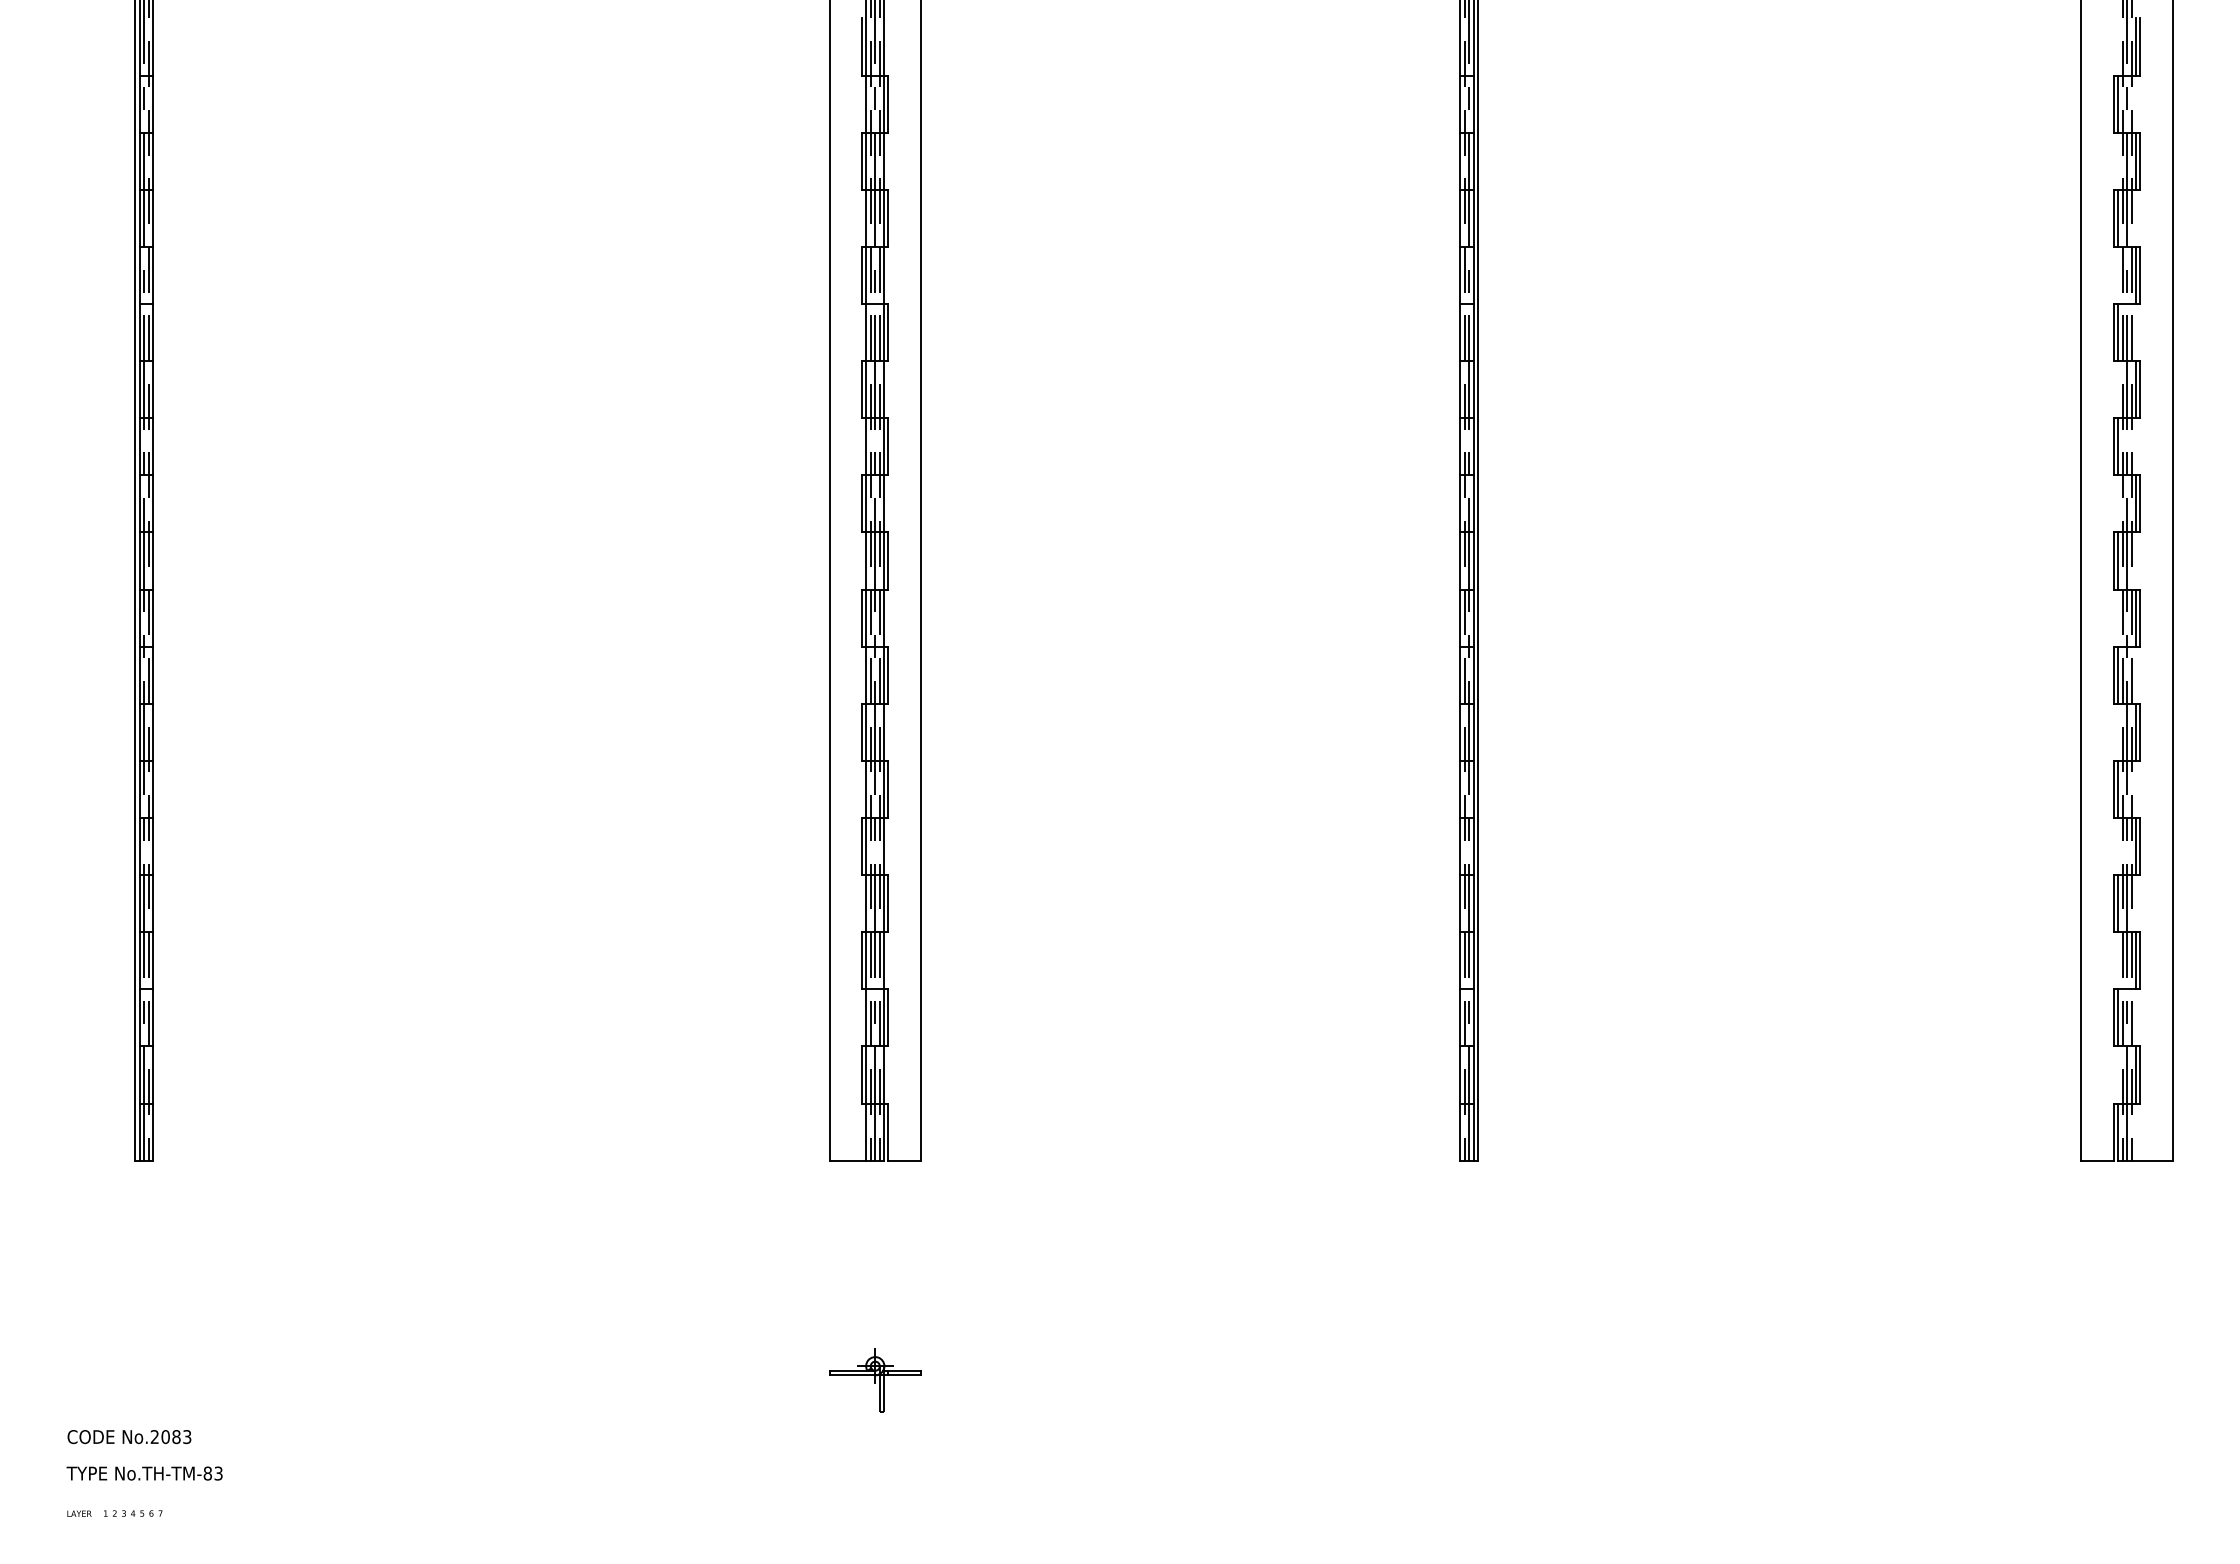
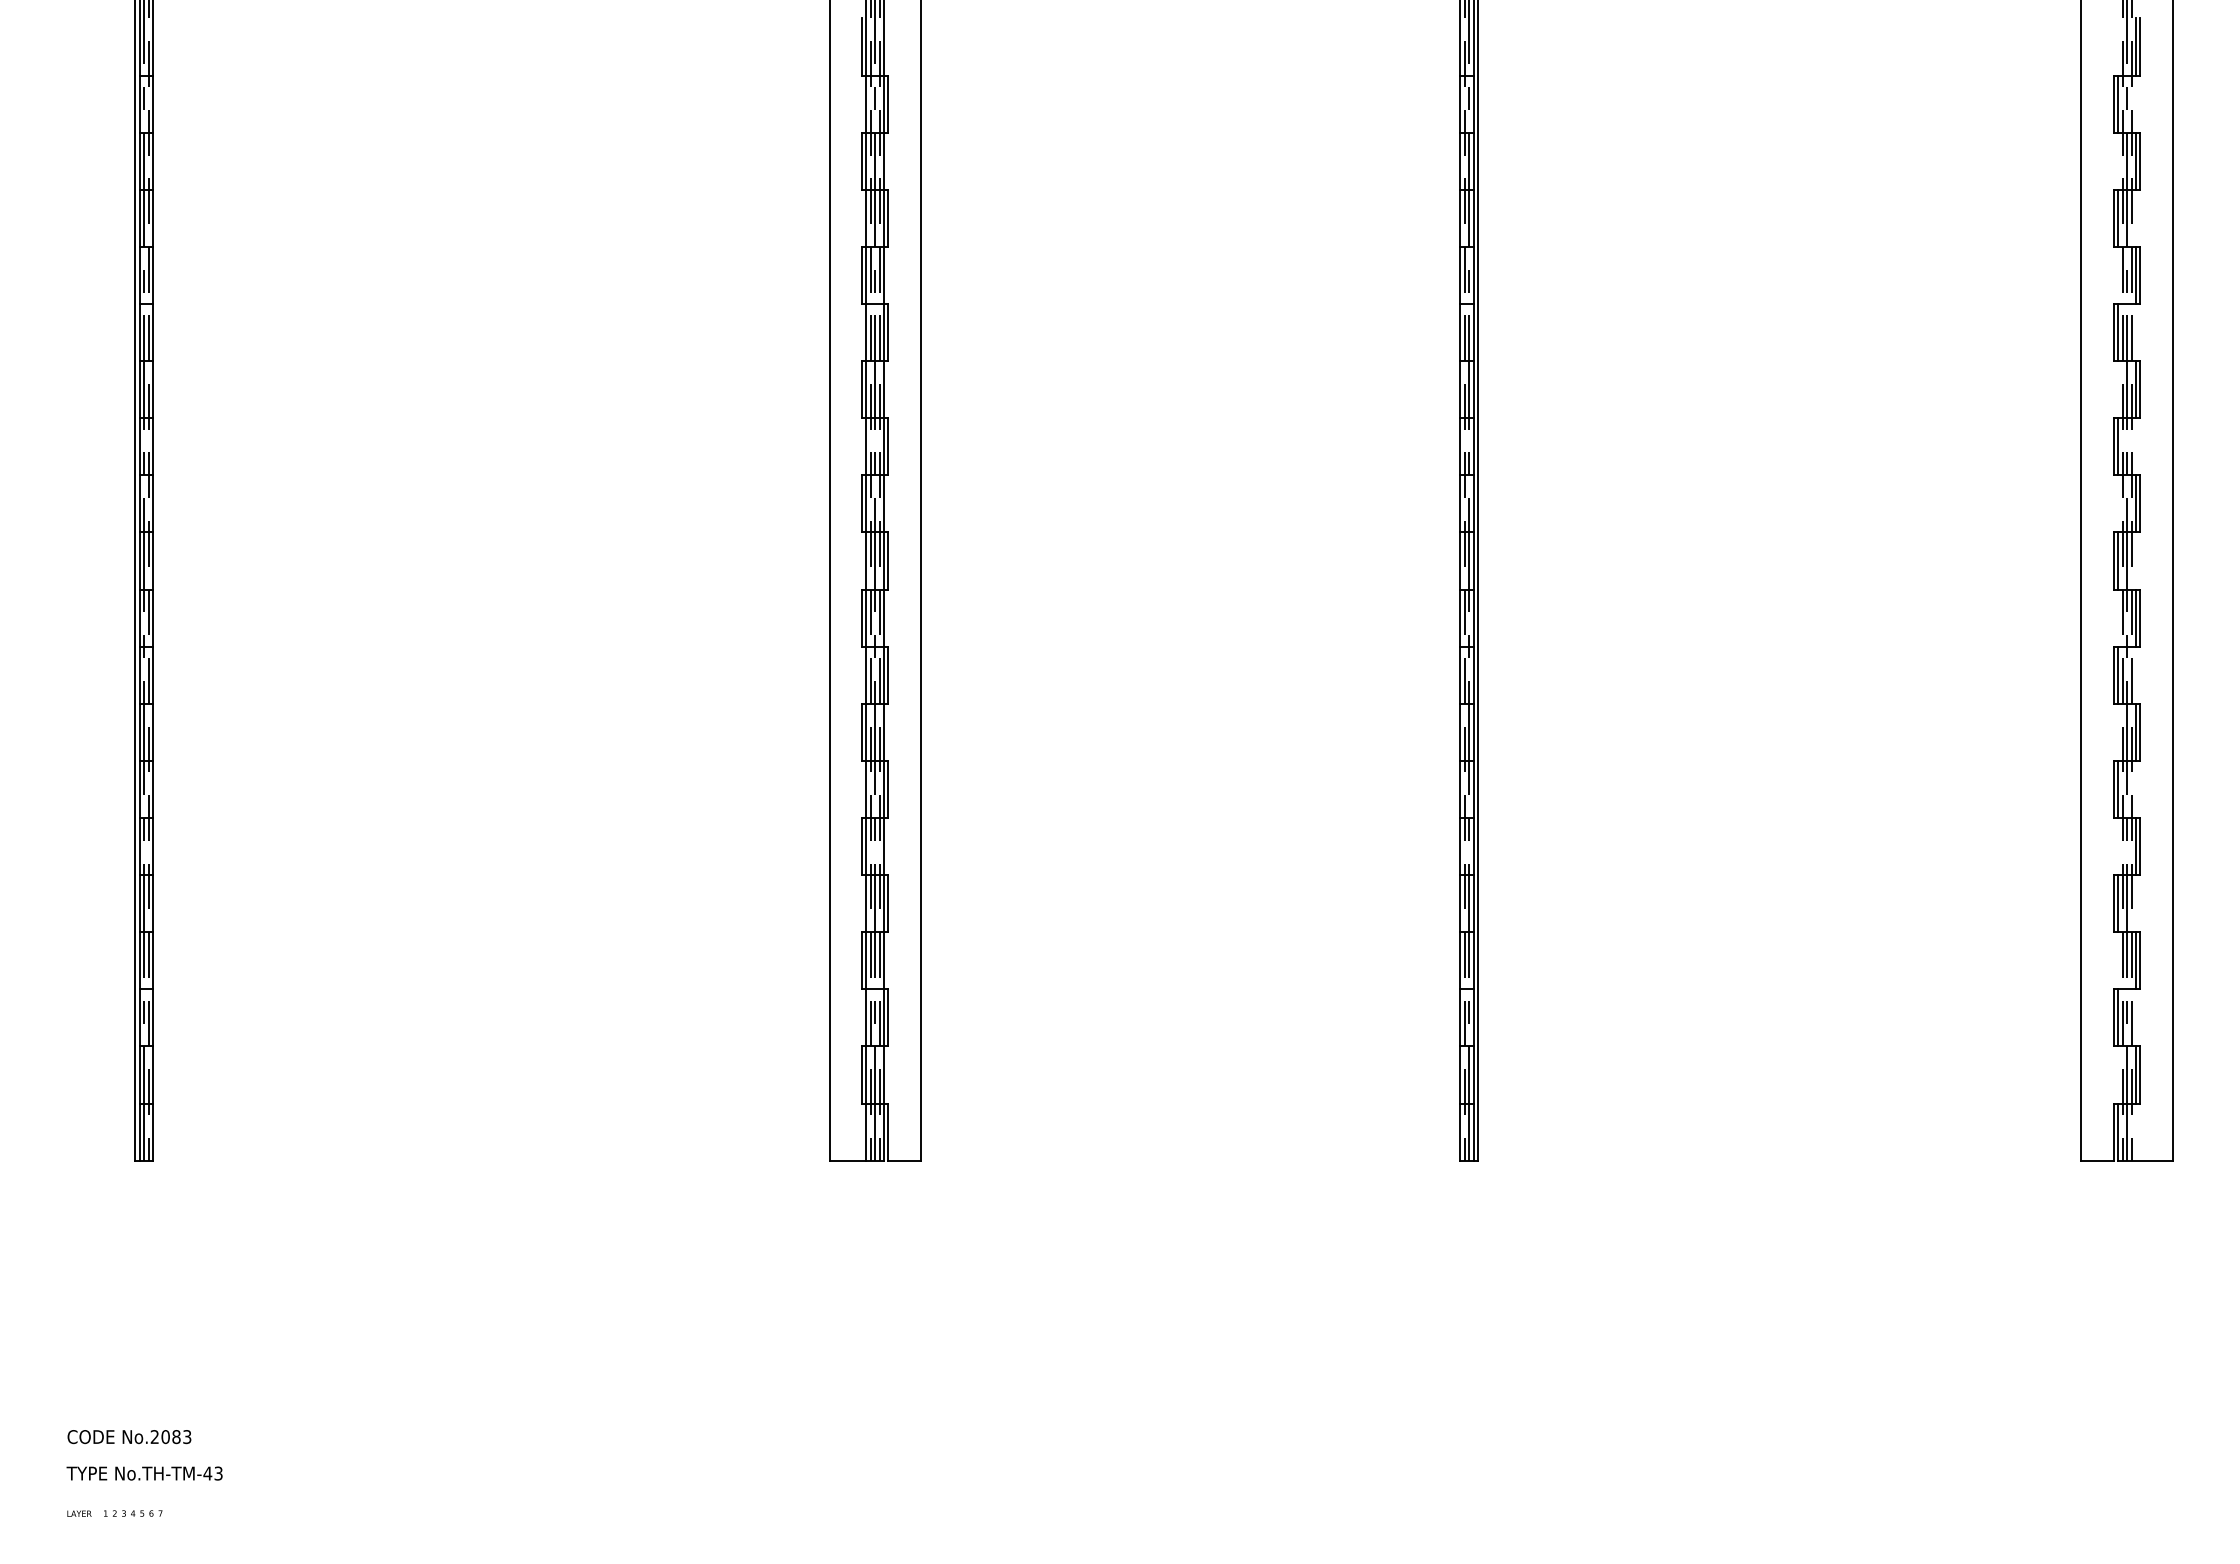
part at (875, 1380): present -> none
text at (207, 1473): No.TH-TM-83 -> No.TH-TM-43
